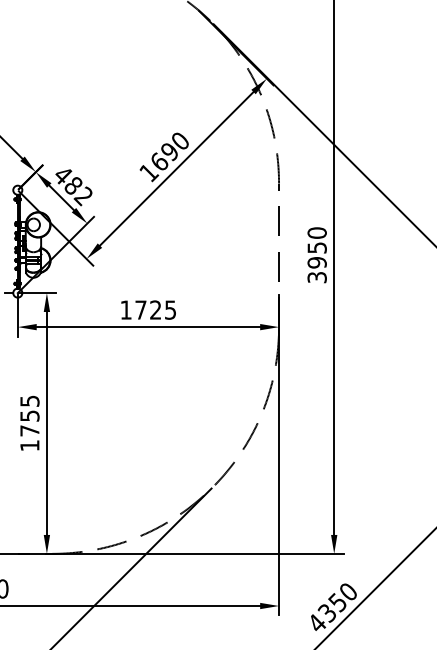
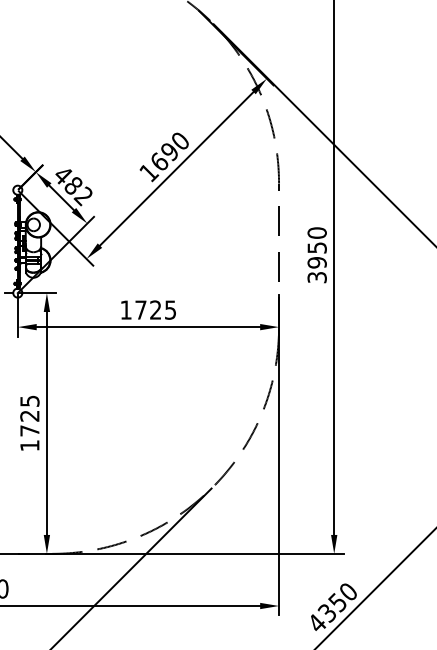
text at (29, 415): 1755 -> 1725
